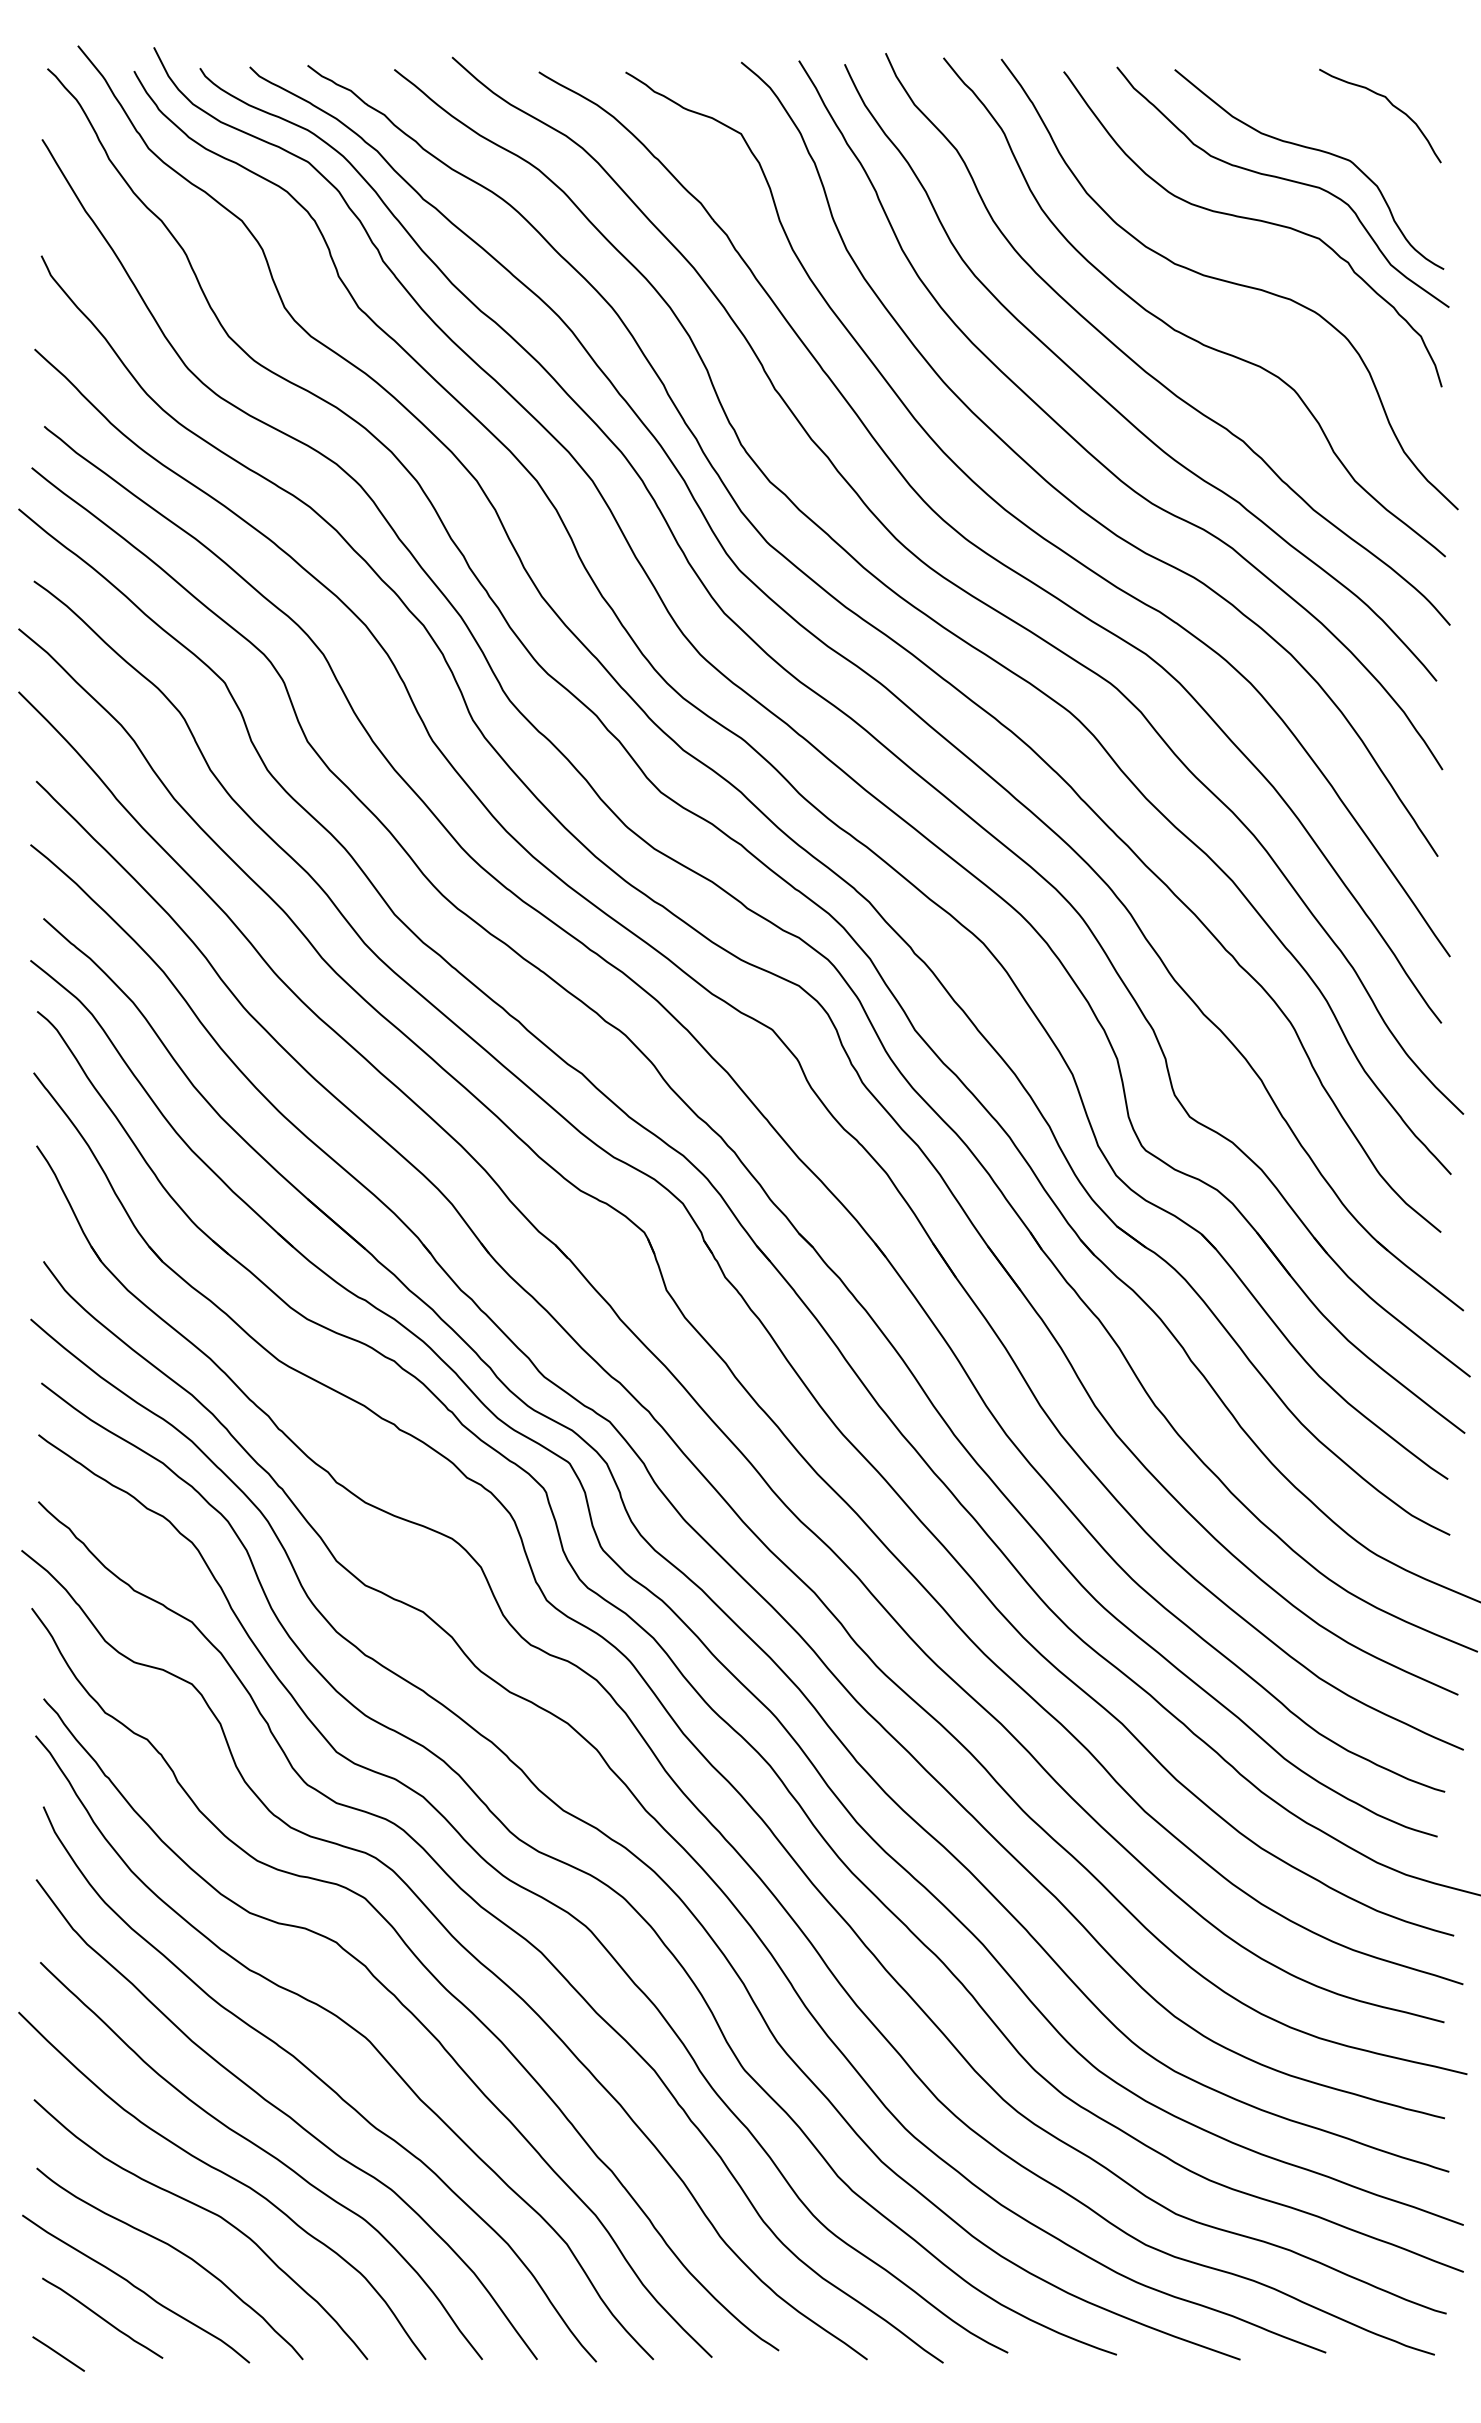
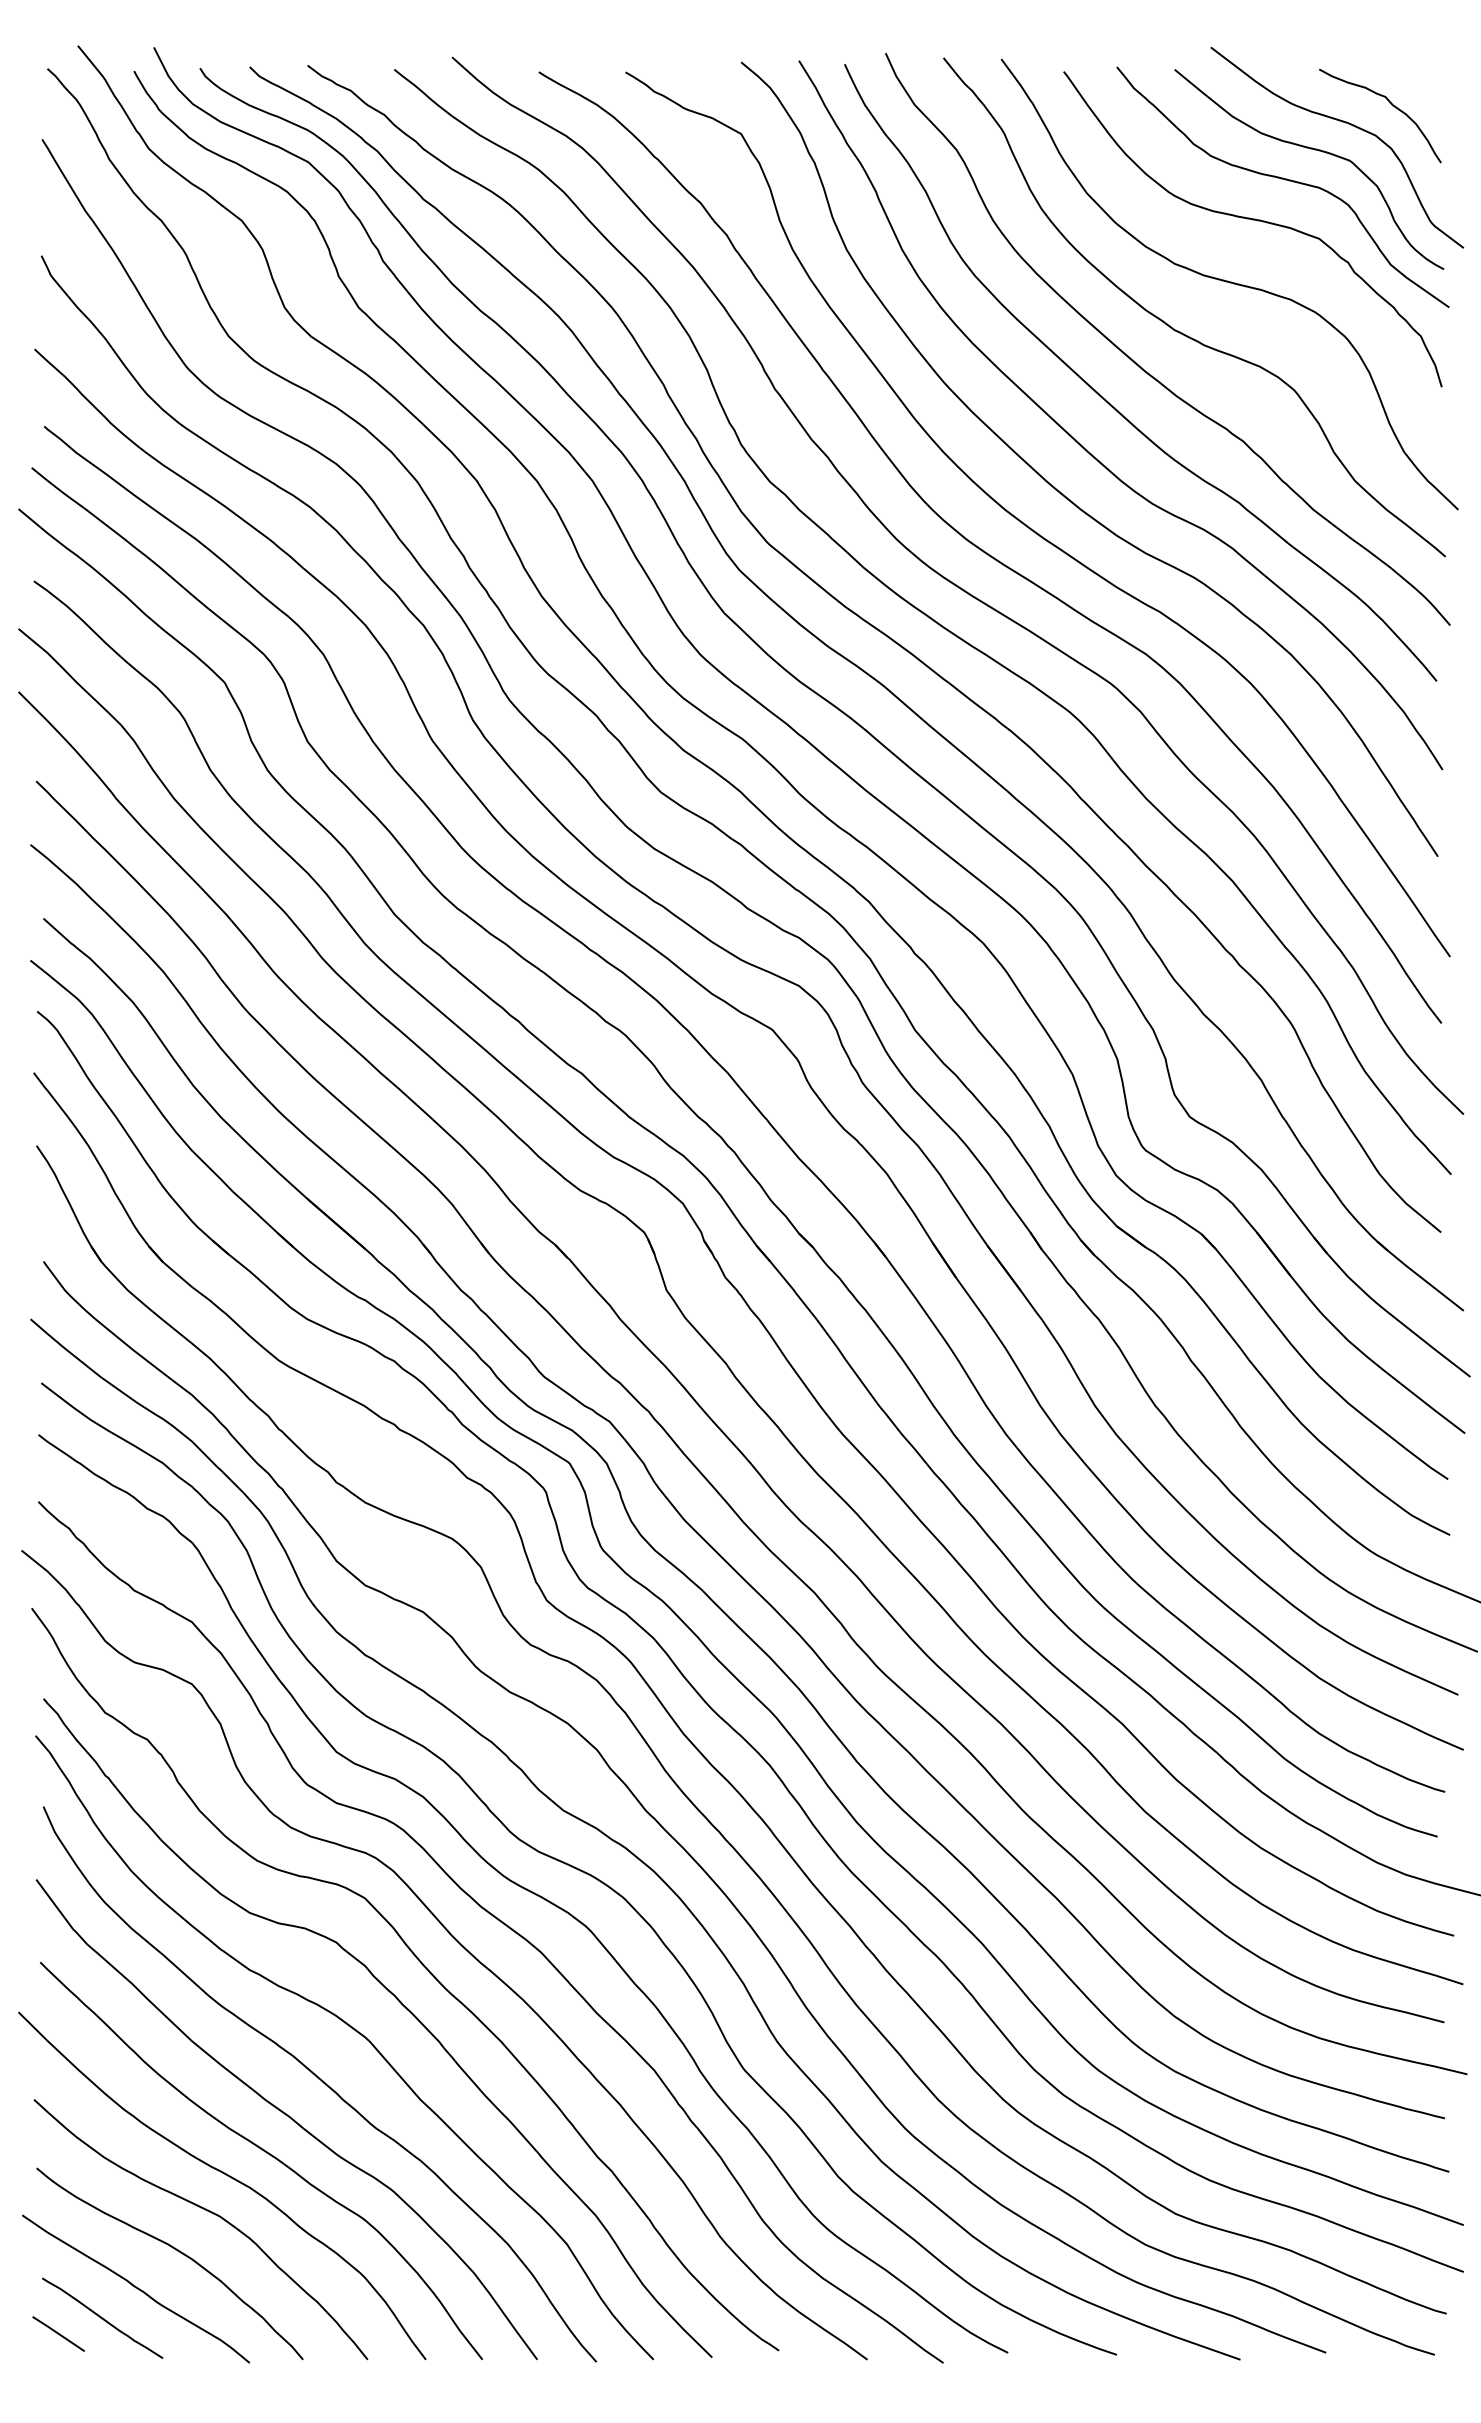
curve at (1345, 123): none -> present
line at (58, 2353) position: (58, 2353) -> (58, 2333)
